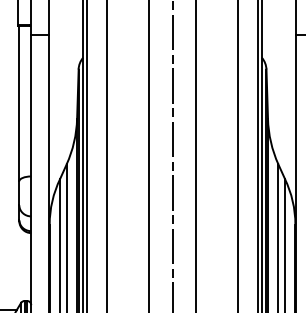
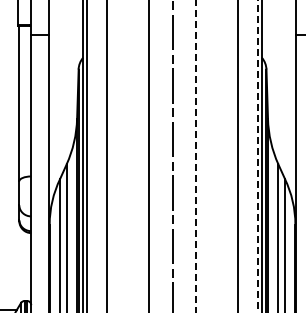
line at (196, 156): solid -> dashed
line at (257, 156): solid -> dashed
